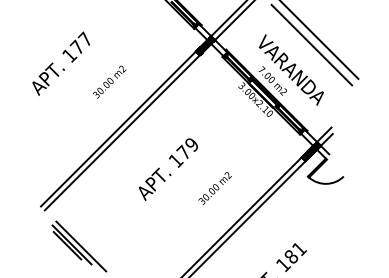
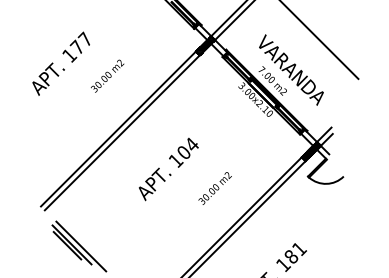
line at (311, 44): present -> none
text at (109, 81) position: (109, 81) -> (107, 75)
text at (187, 148): 179 -> 104
